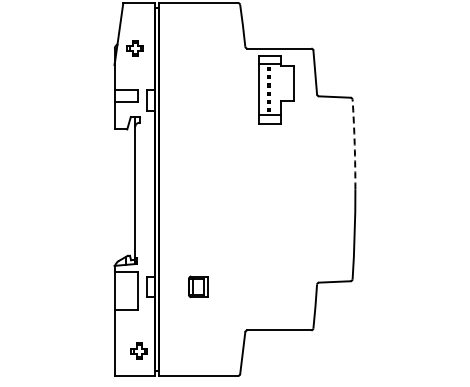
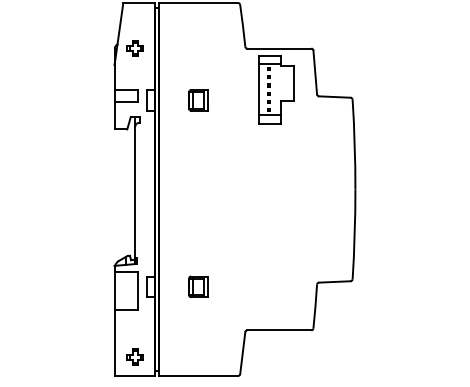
part at (198, 100): none -> present
arc at (354, 144): dashed -> solid
part at (138, 350) position: (138, 350) -> (134, 356)
